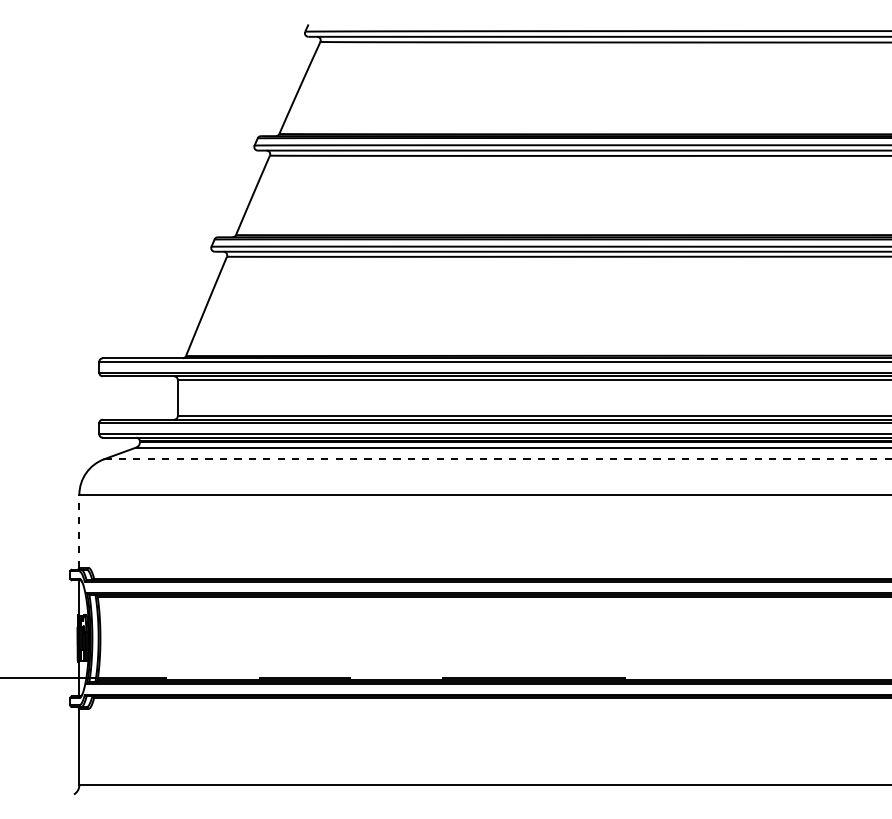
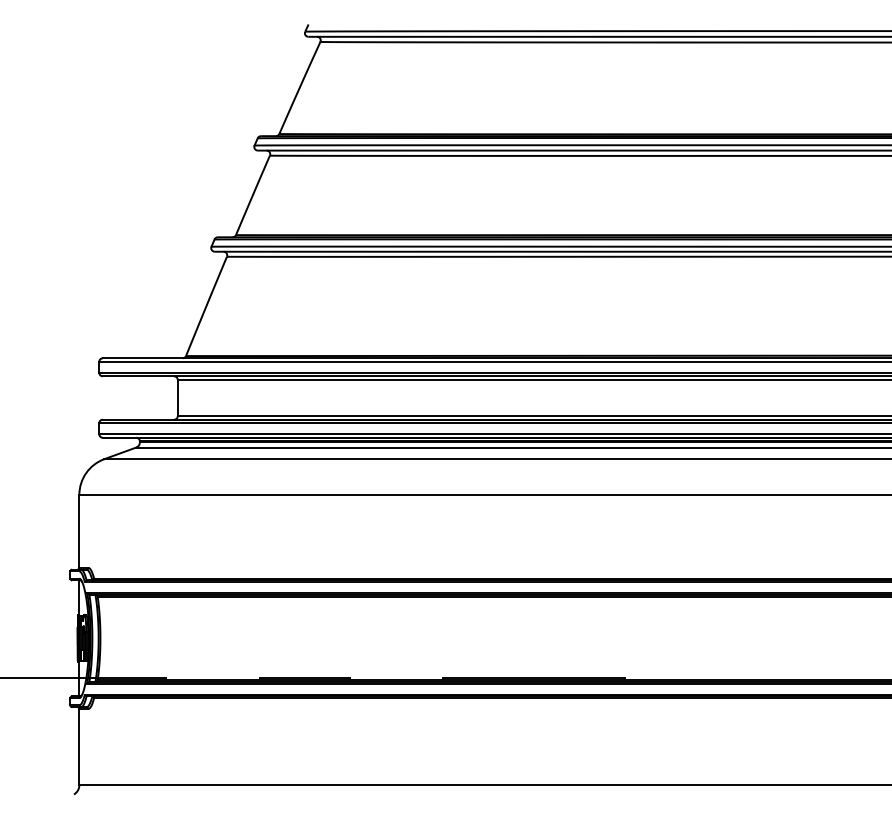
line at (498, 459): dashed -> solid
line at (79, 530): dashed -> solid
